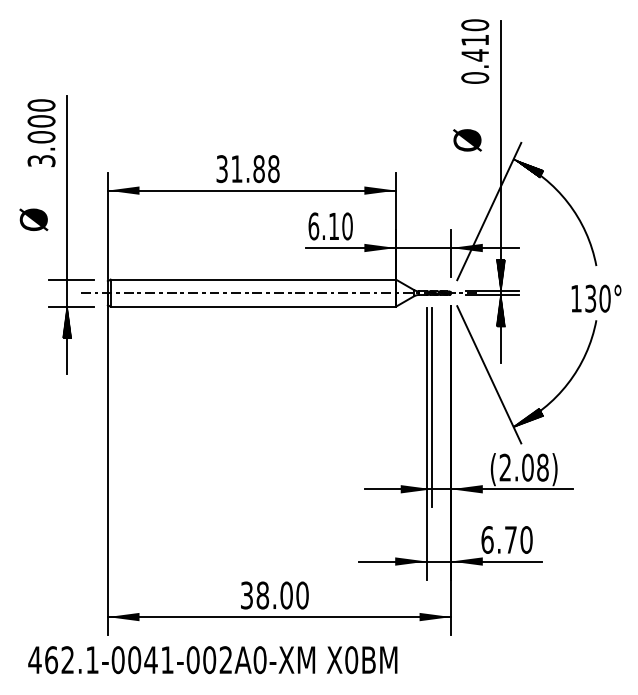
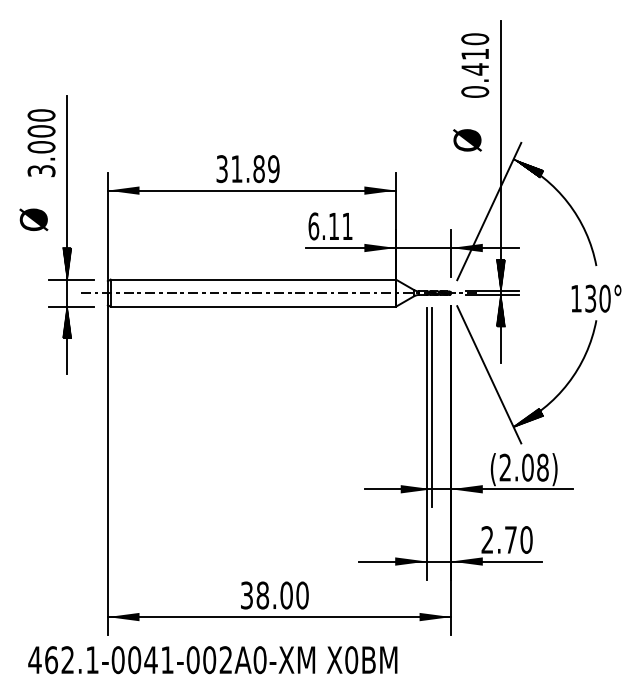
text at (475, 51) position: (475, 51) -> (475, 65)
text at (41, 133) position: (41, 133) -> (41, 143)
text at (273, 169): 31.88 -> 31.89
text at (347, 226): 6.10 -> 6.11
hatch at (67, 263): none -> present
text at (487, 539): 6.70 -> 2.70
